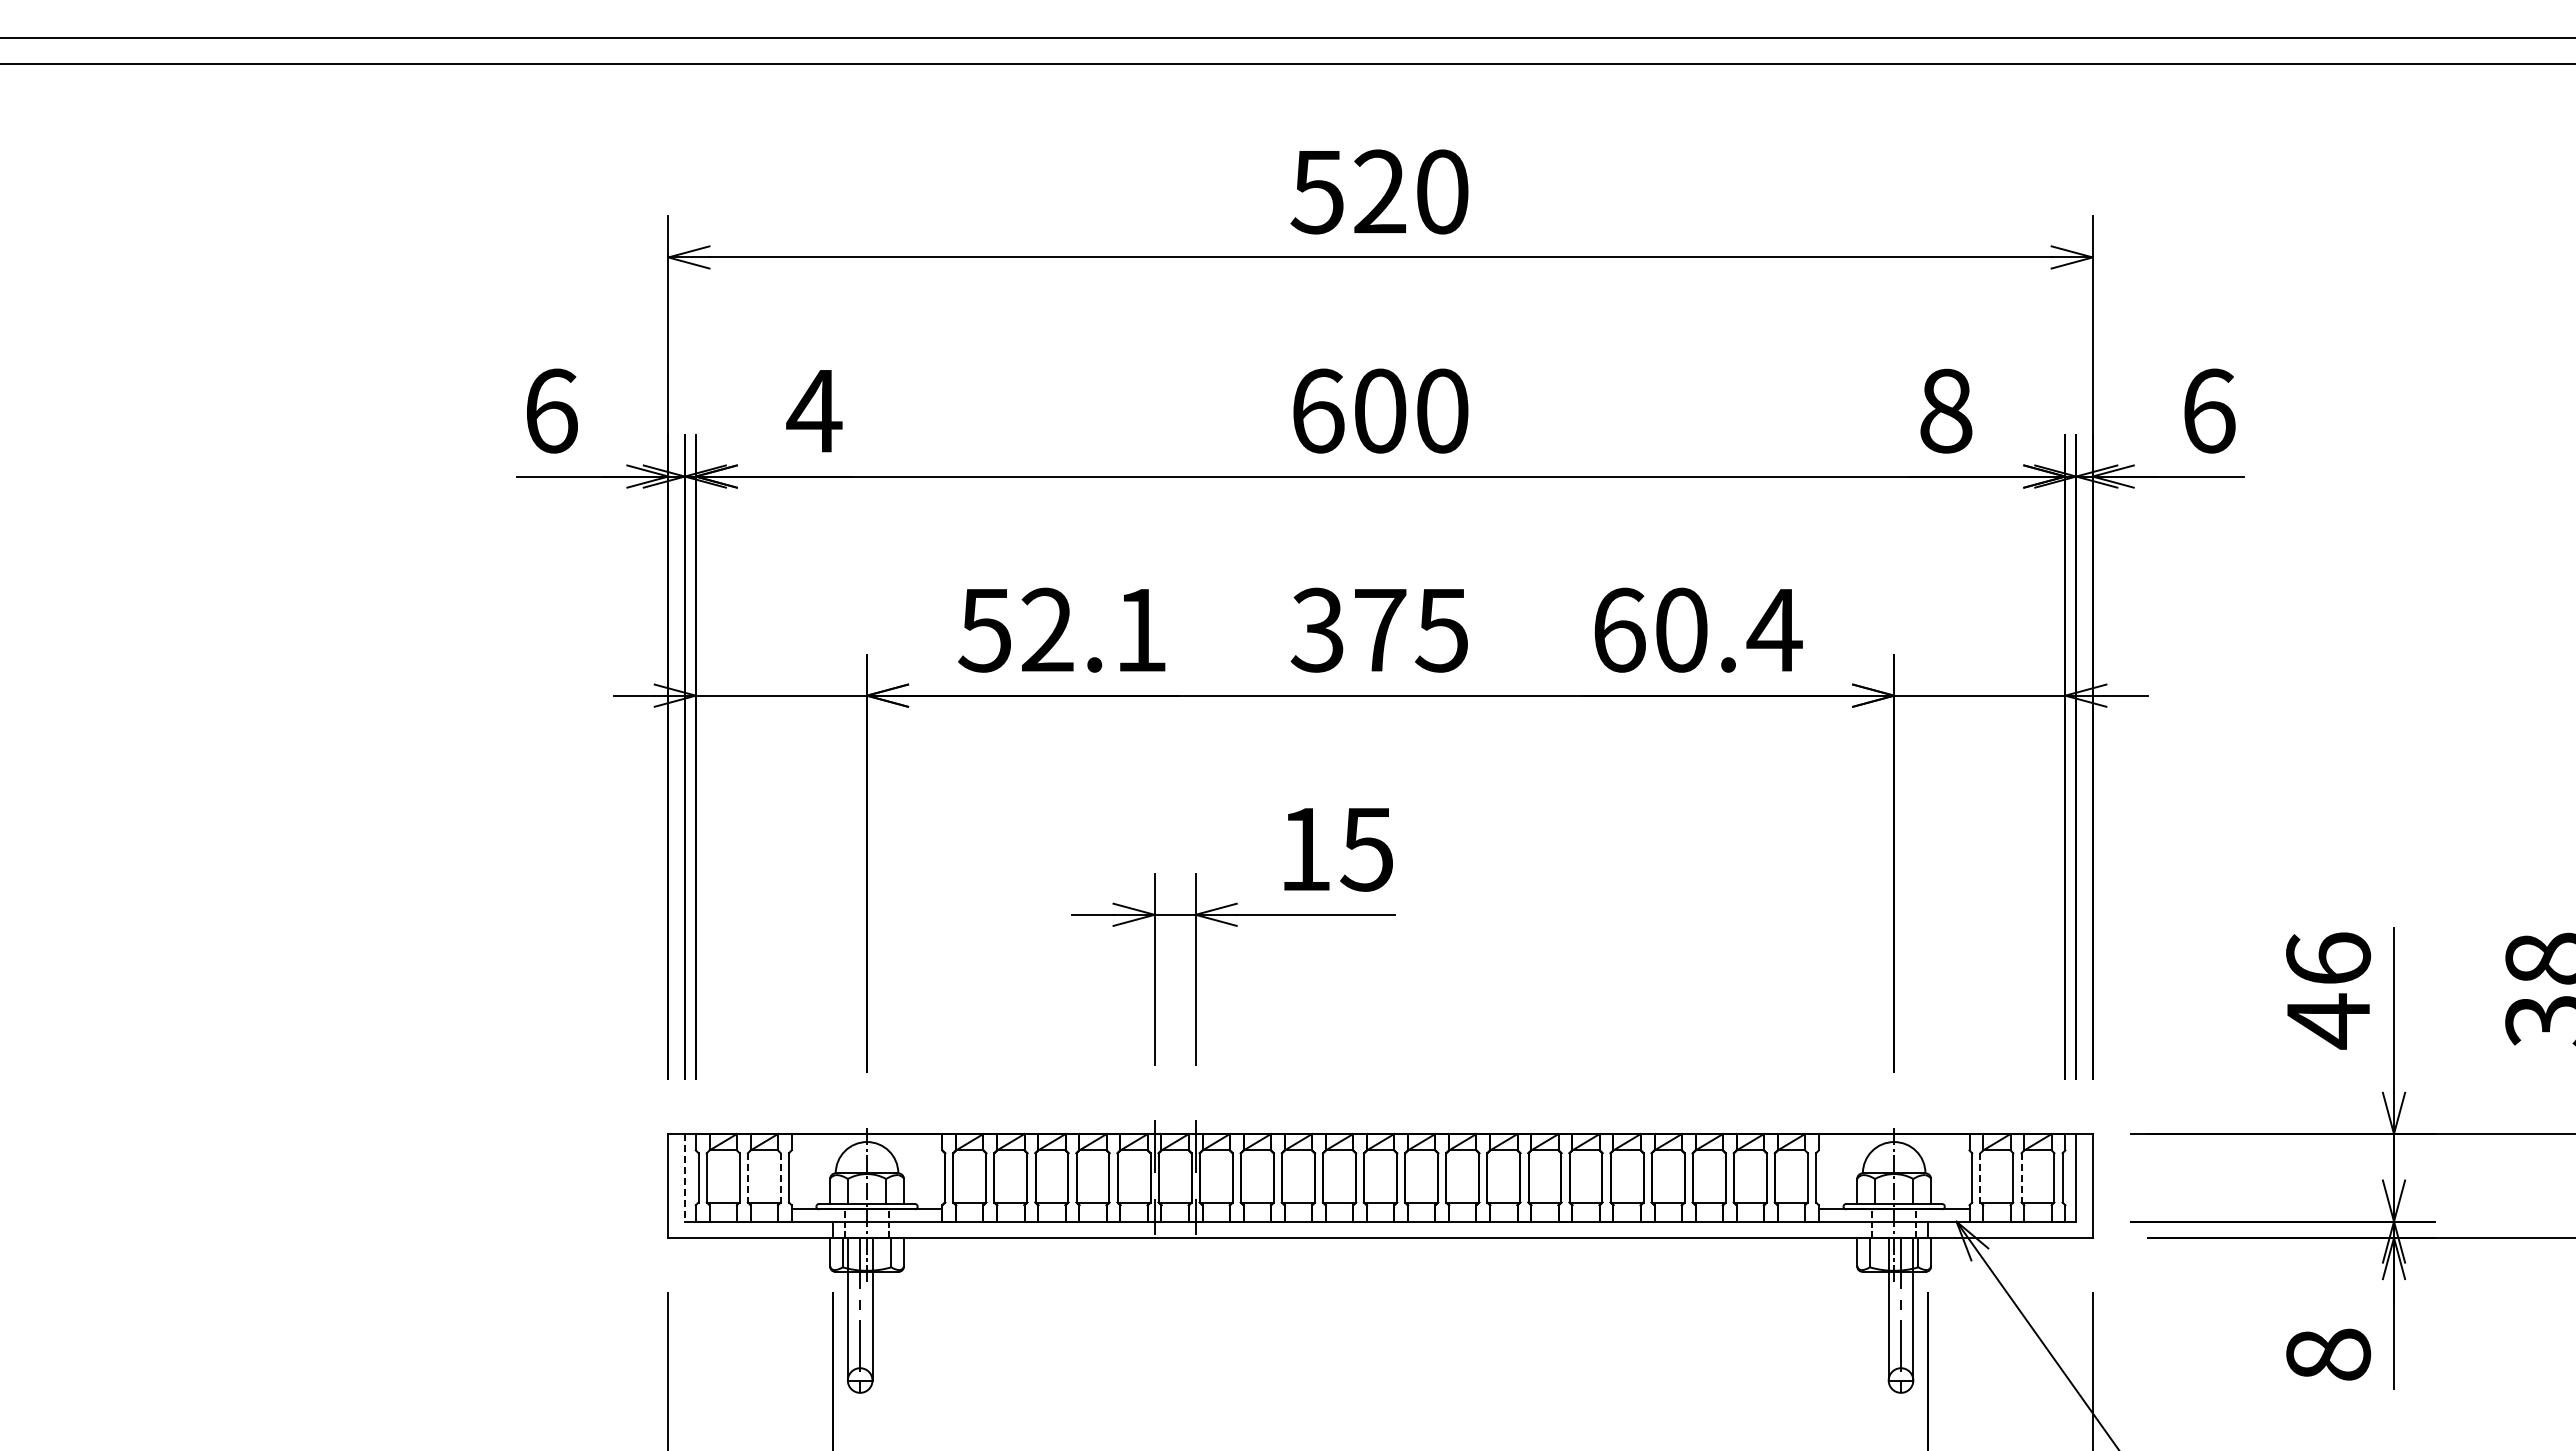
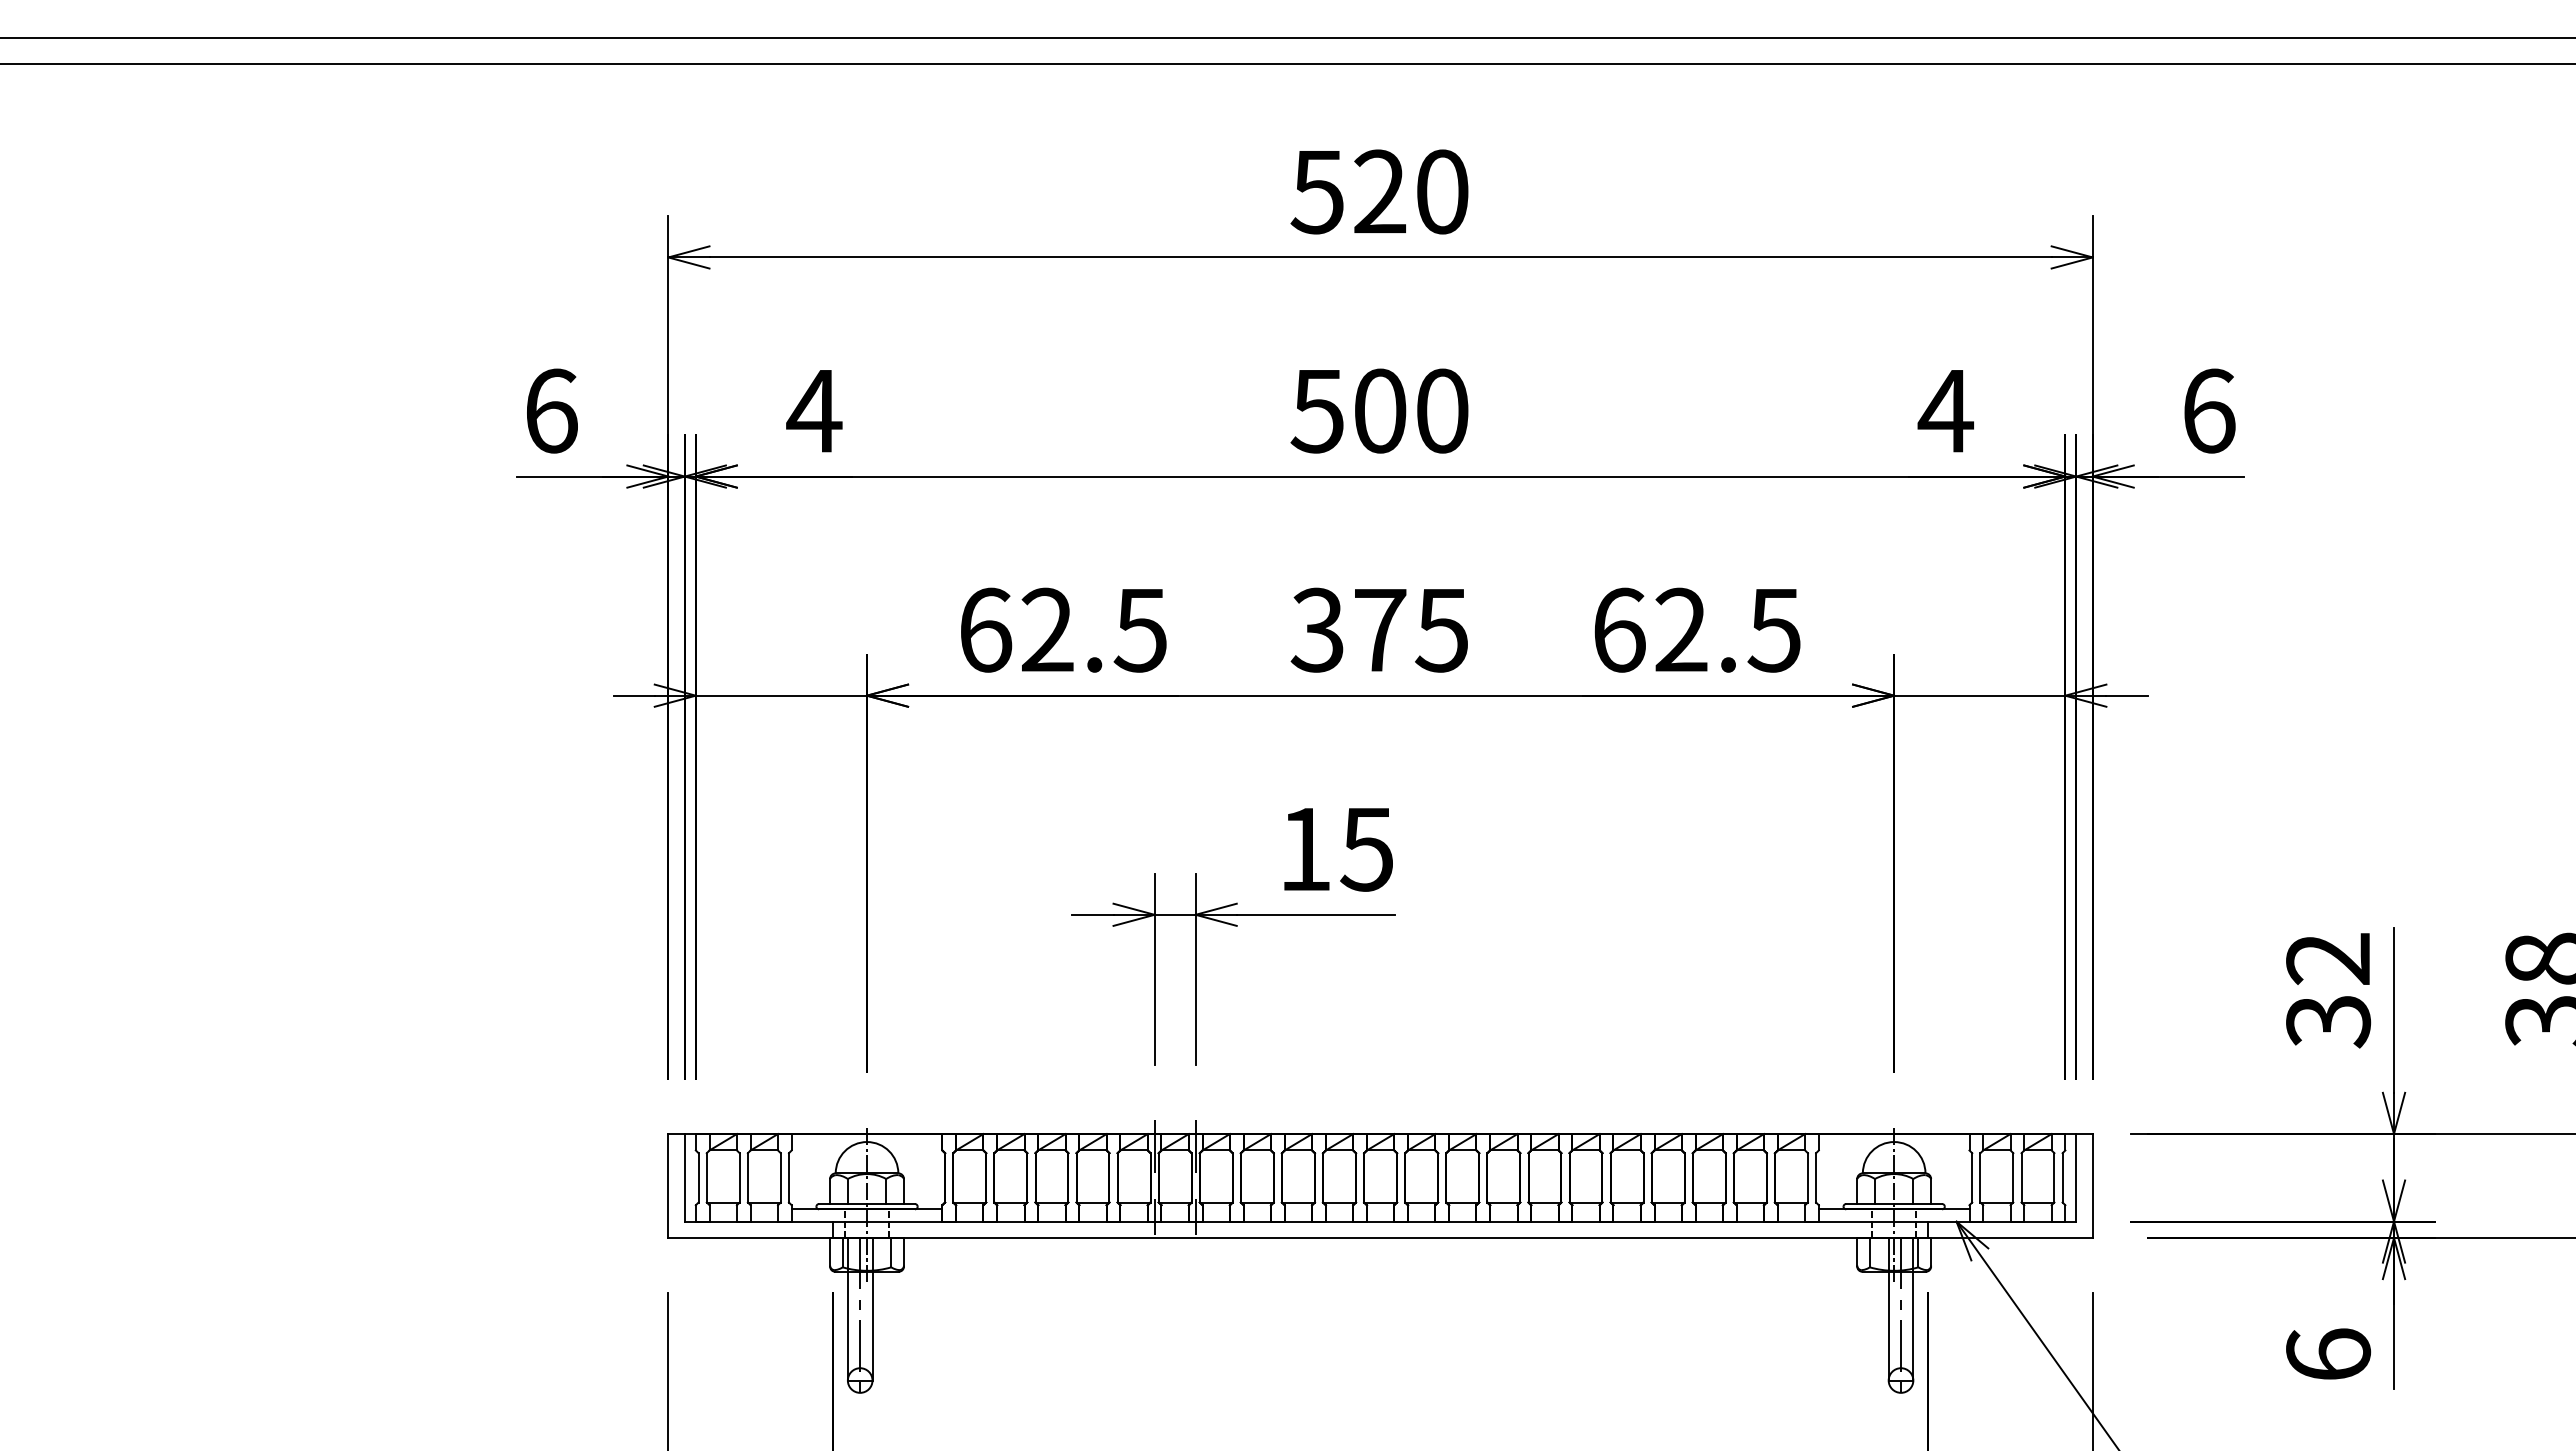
text at (1317, 410): 600 -> 500
text at (1945, 410): 8 -> 4
text at (1062, 629): 52.1 -> 62.5
text at (1728, 629): 60.4 -> 62.5
text at (2328, 990): 46 -> 32
line at (684, 1177): dashed -> solid
line at (747, 1177): dashed -> solid
line at (780, 1177): dashed -> solid
line at (1980, 1177): dashed -> solid
line at (2021, 1177): dashed -> solid
text at (2328, 1354): 8 -> 6
